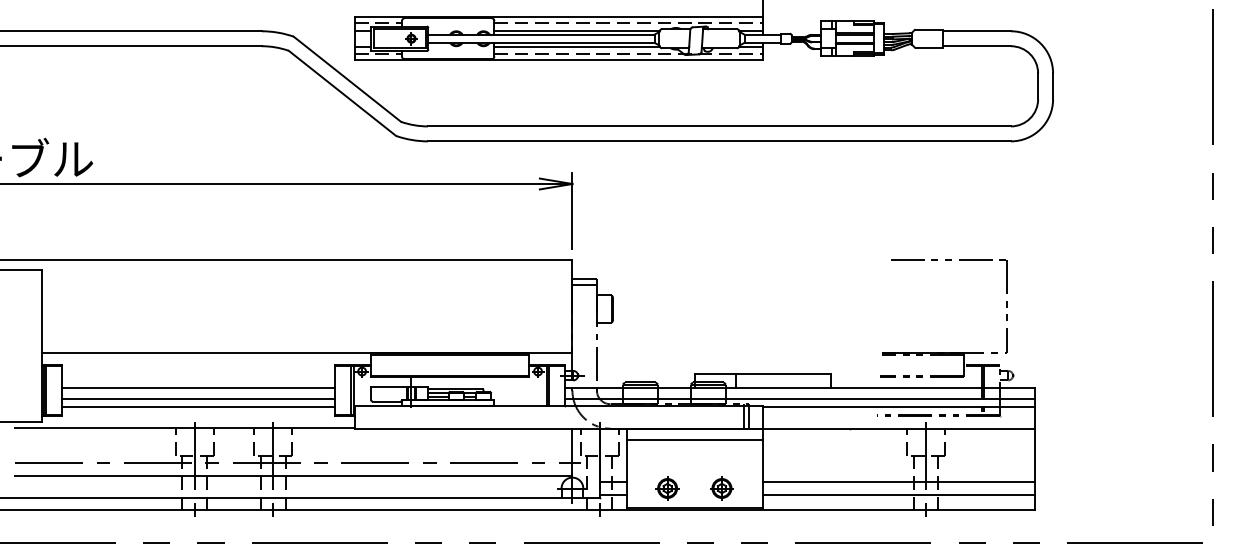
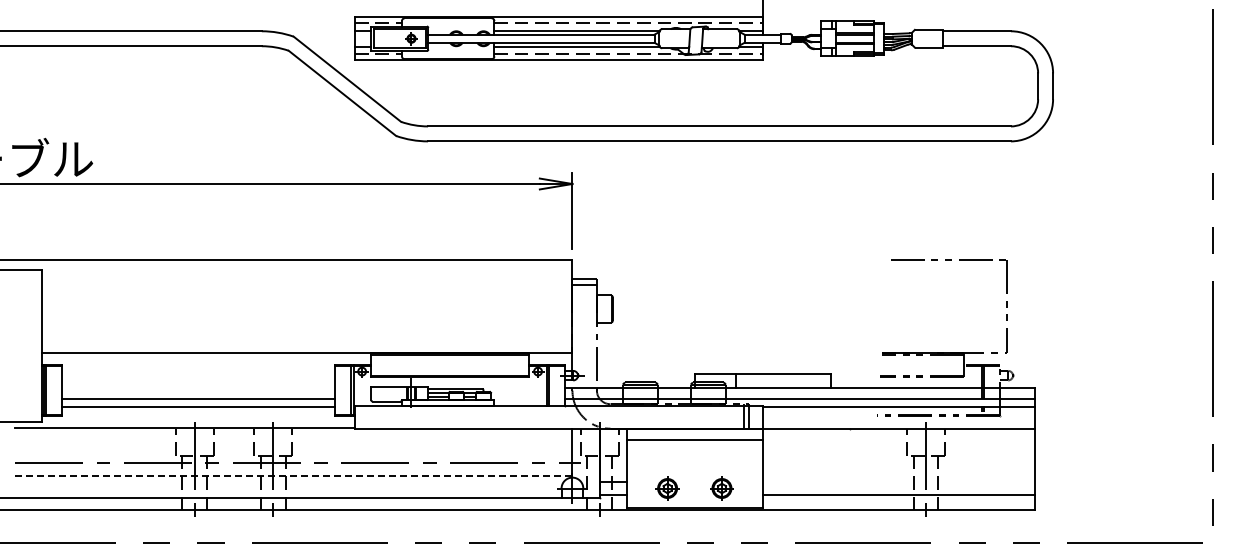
line at (198, 387): present -> none
line at (293, 476): solid -> dashed
line at (898, 482): present -> none
